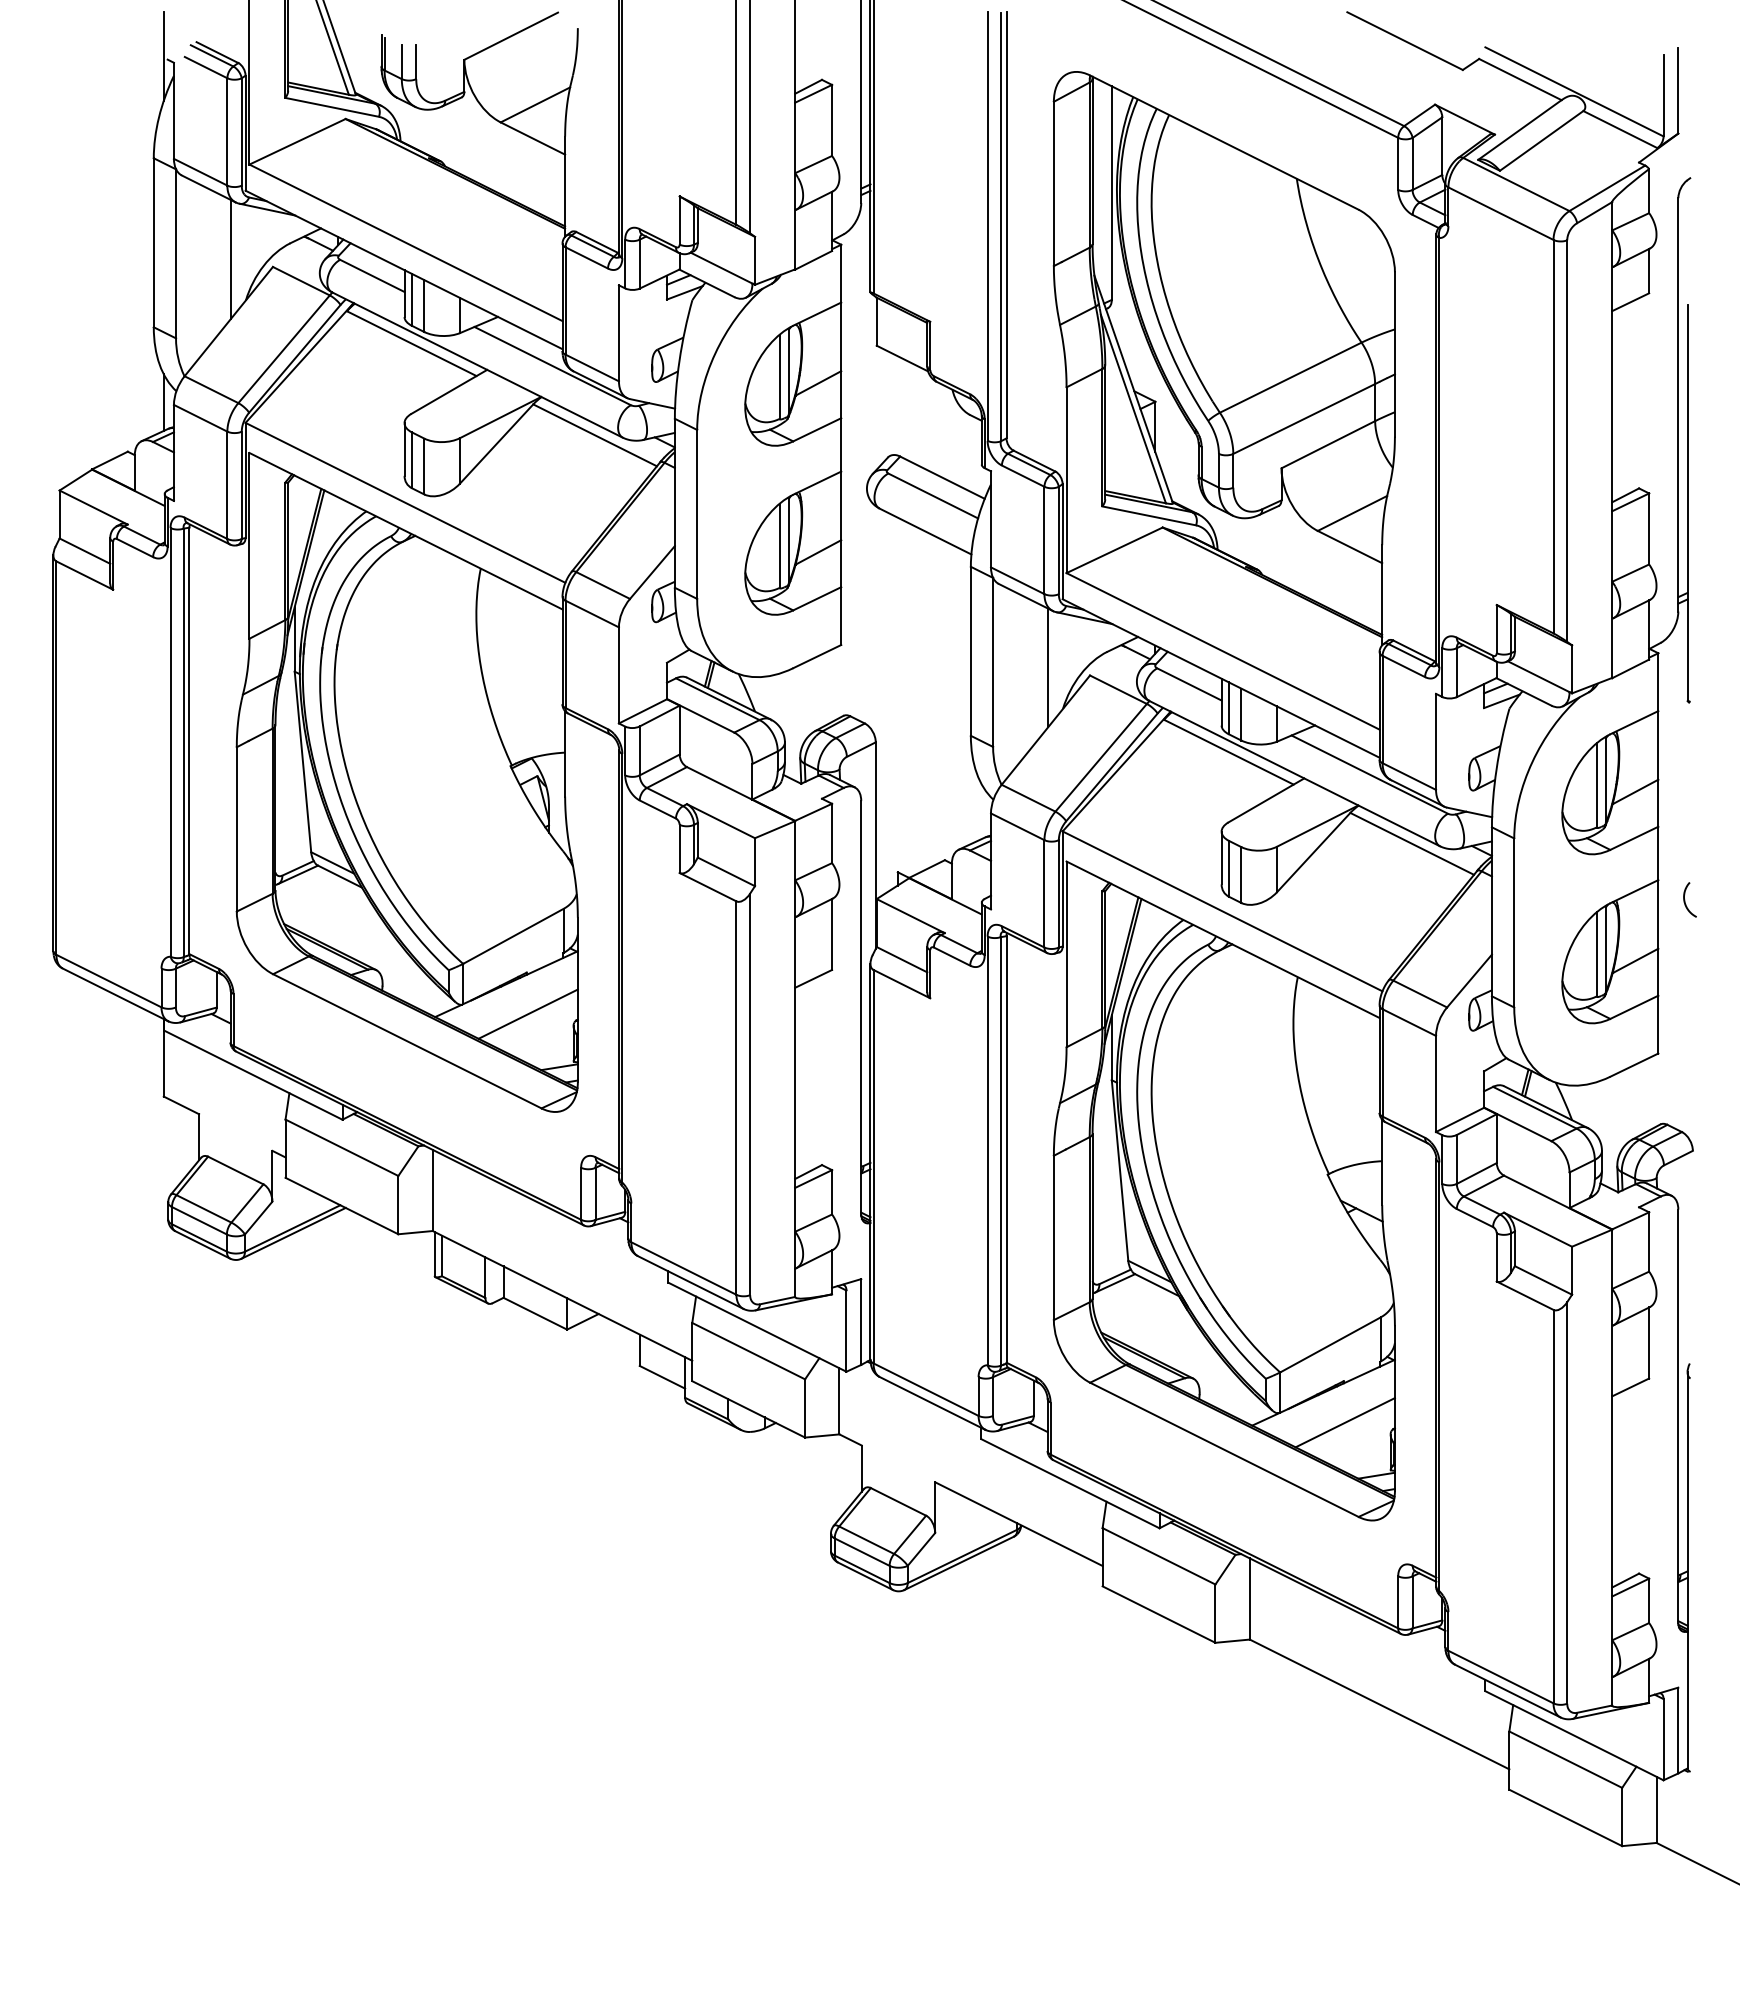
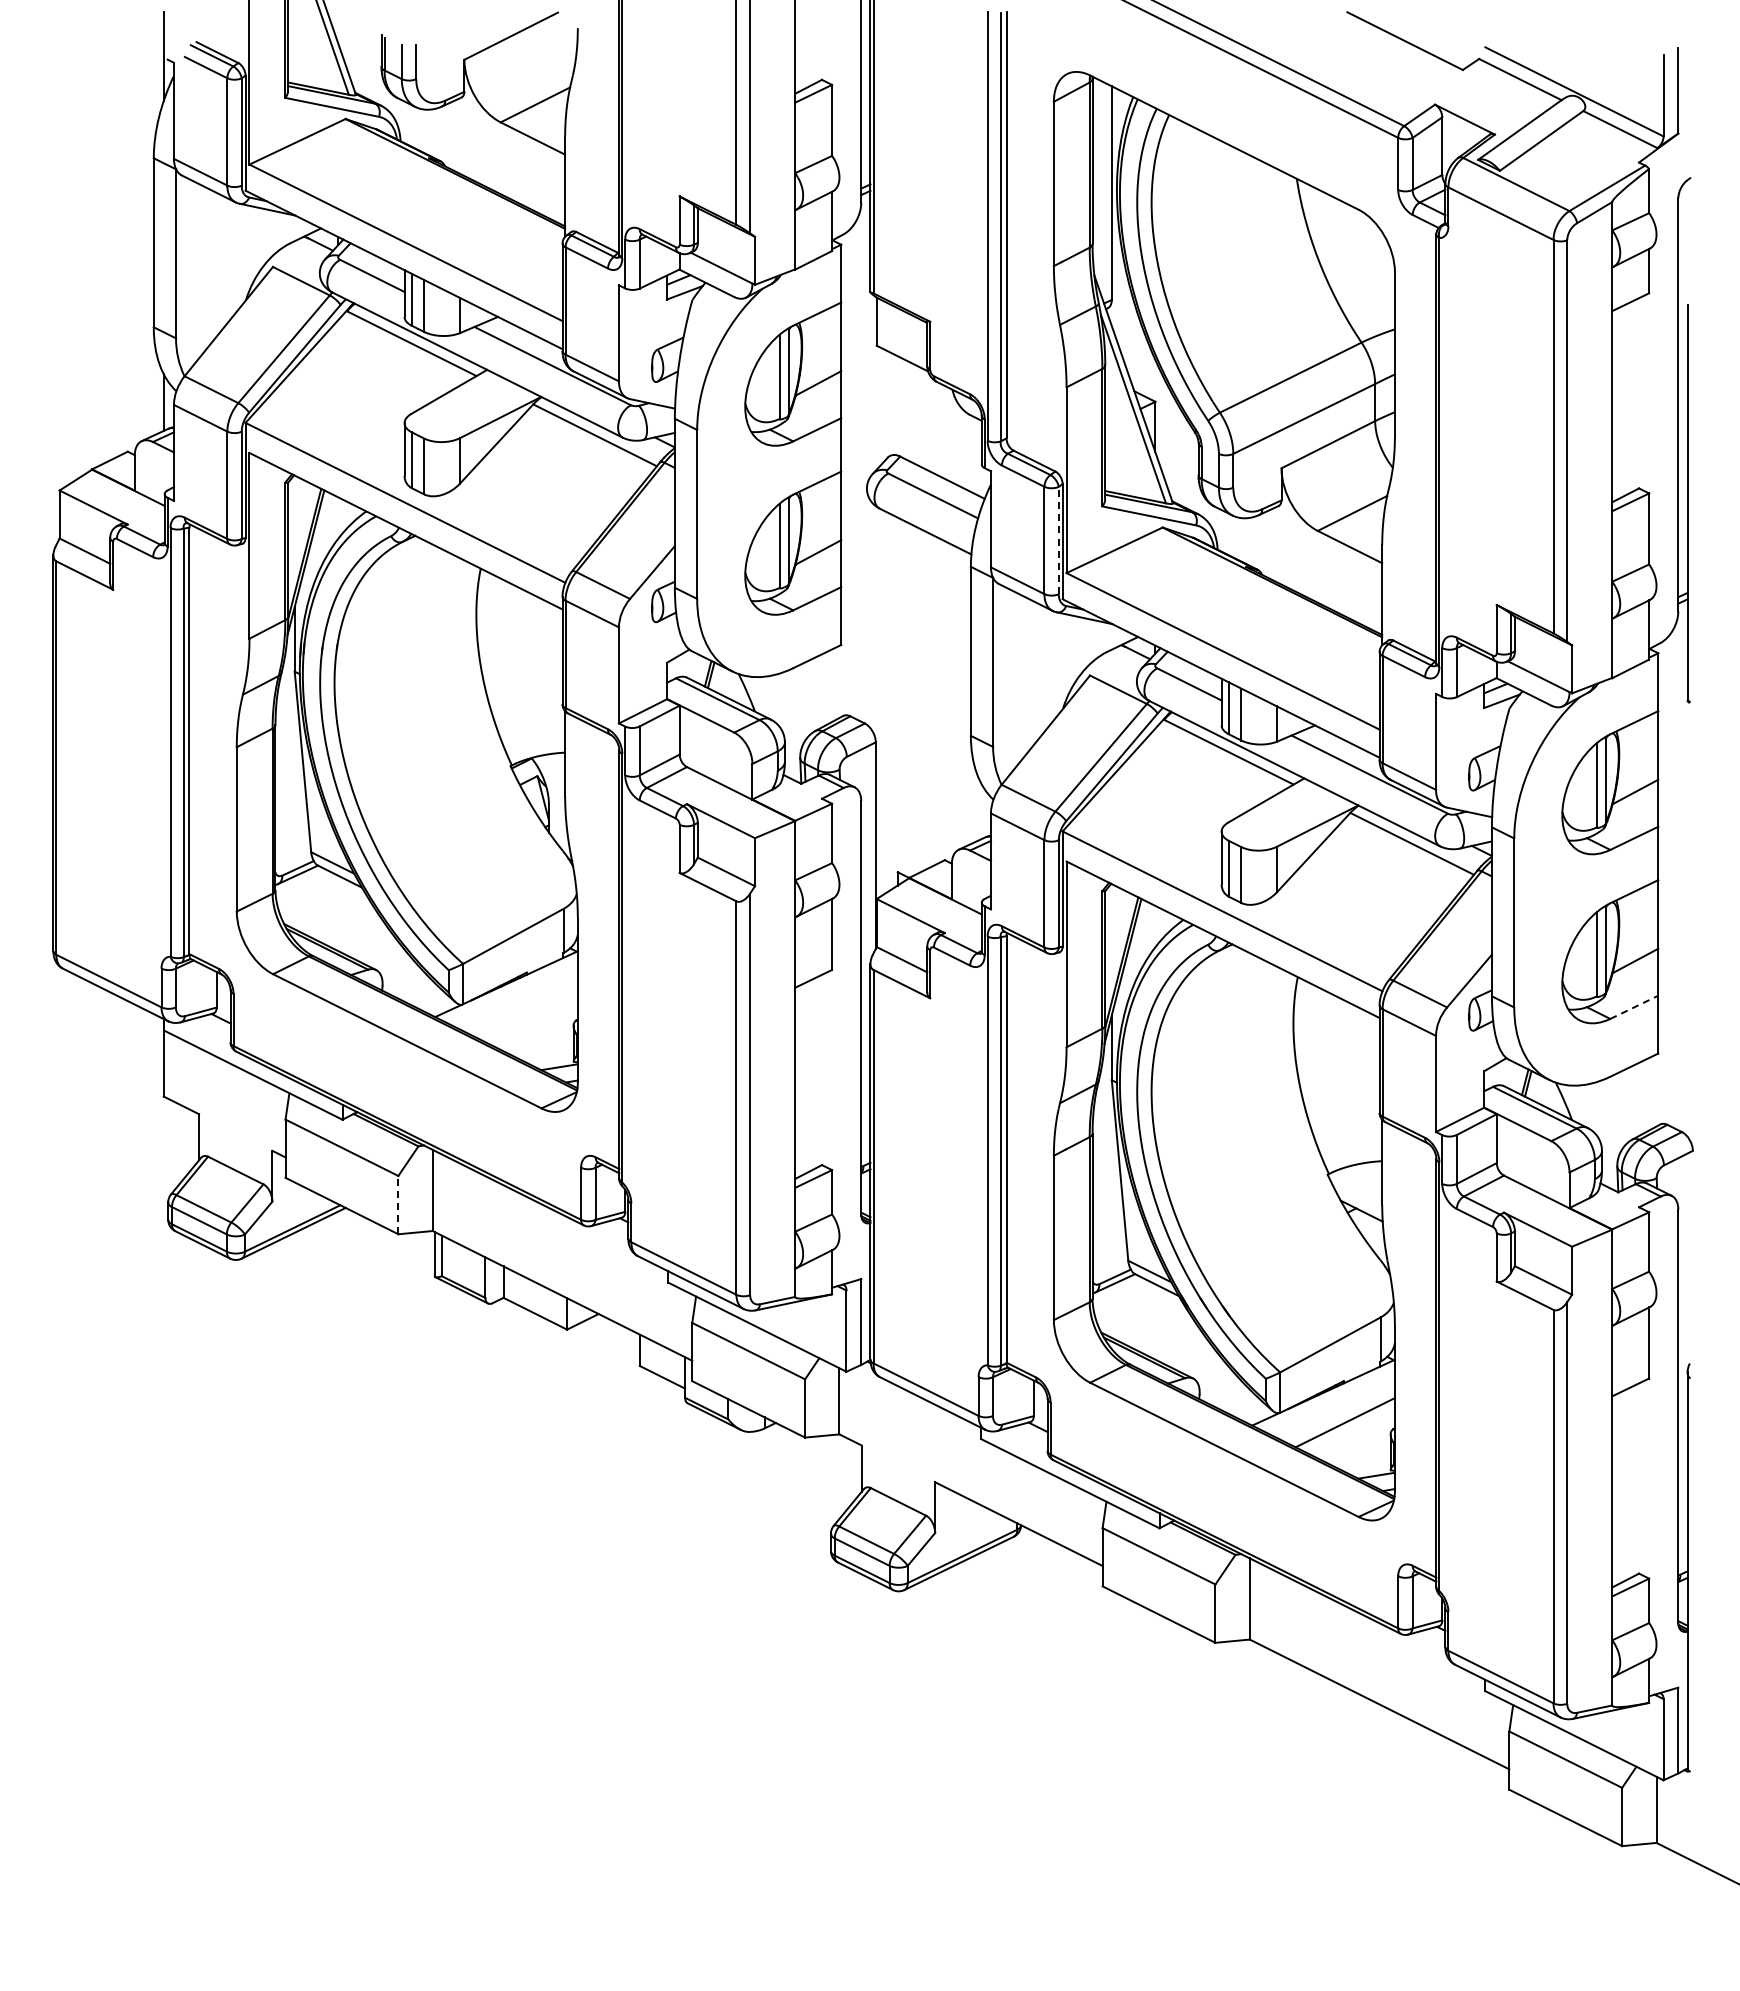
line at (231, 259): present -> none
line at (1058, 540): solid -> dashed
line at (1048, 667): present -> none
curve at (1685, 899): present -> none
line at (1634, 1007): solid -> dashed
line at (527, 1013): present -> none
line at (398, 1204): solid -> dashed
